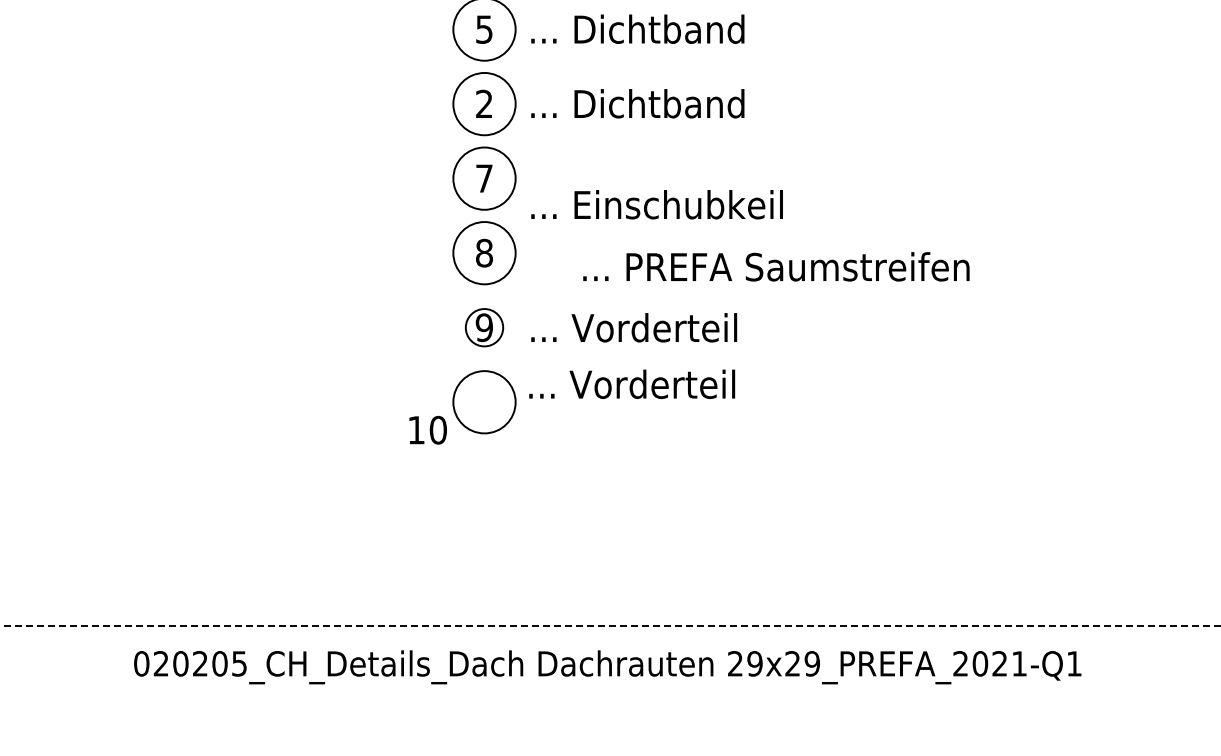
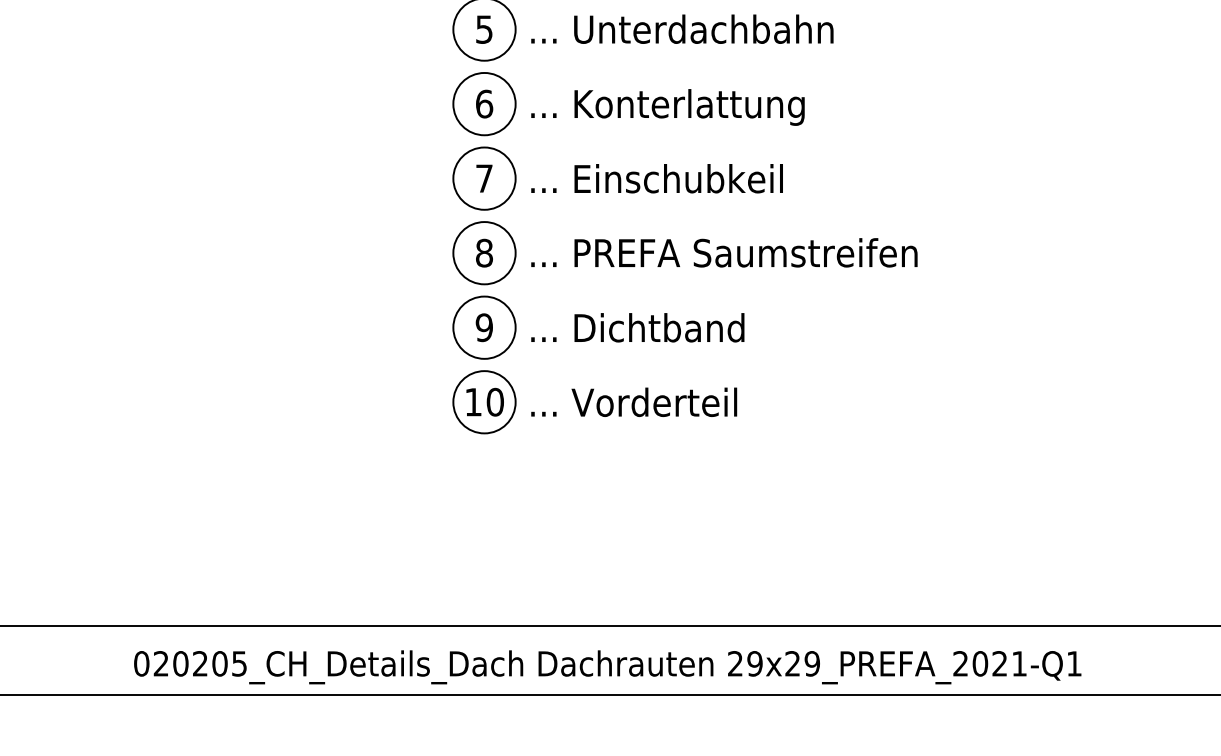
text at (703, 28): ... Dichtband -> ... Unterdachbahn
text at (484, 103): 2 -> 6
text at (691, 107): ... Dichtband -> ... Konterlattung
text at (656, 204) position: (656, 204) -> (656, 178)
text at (776, 266) position: (776, 266) -> (724, 252)
circle at (484, 327) diameter: 37 px -> 62 px
text at (657, 327): ... Vorderteil -> ... Dichtband
text at (632, 383) position: (632, 383) -> (634, 401)
text at (427, 429) position: (427, 429) -> (484, 401)
line at (610, 626): dashed -> solid
line at (609, 694): none -> present
